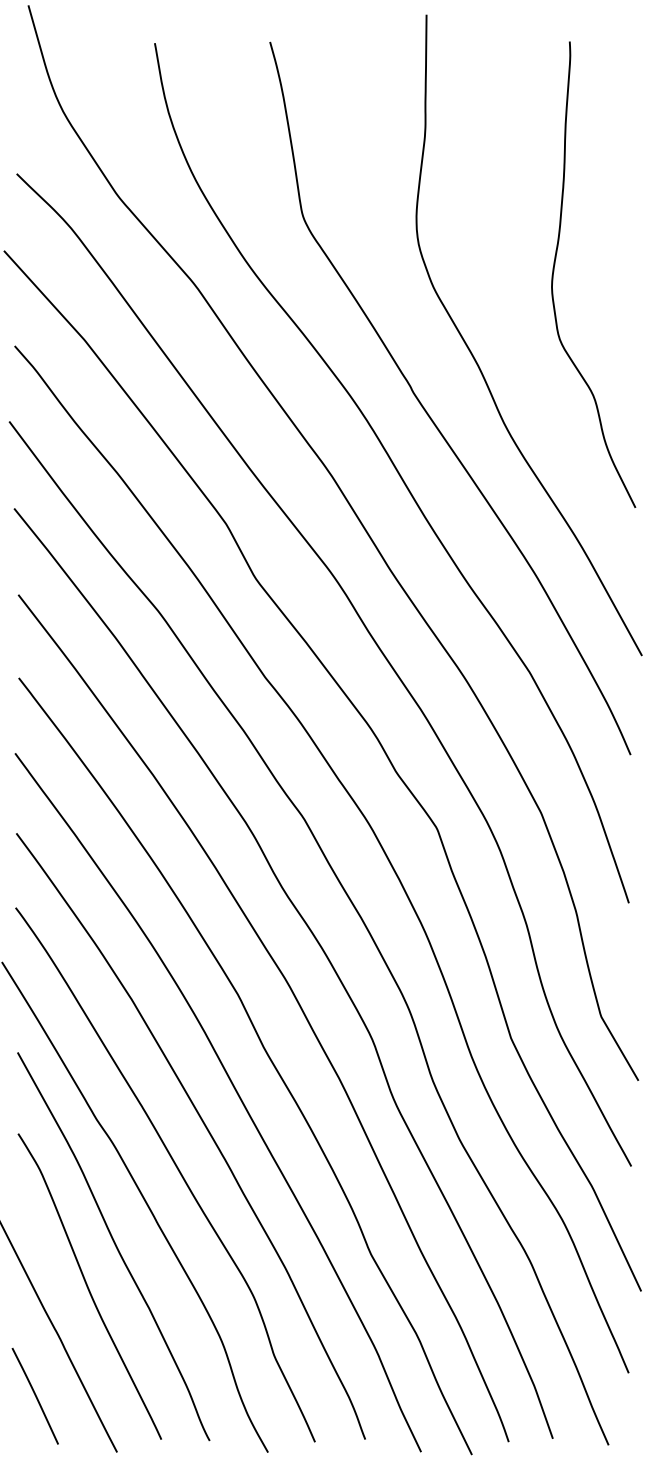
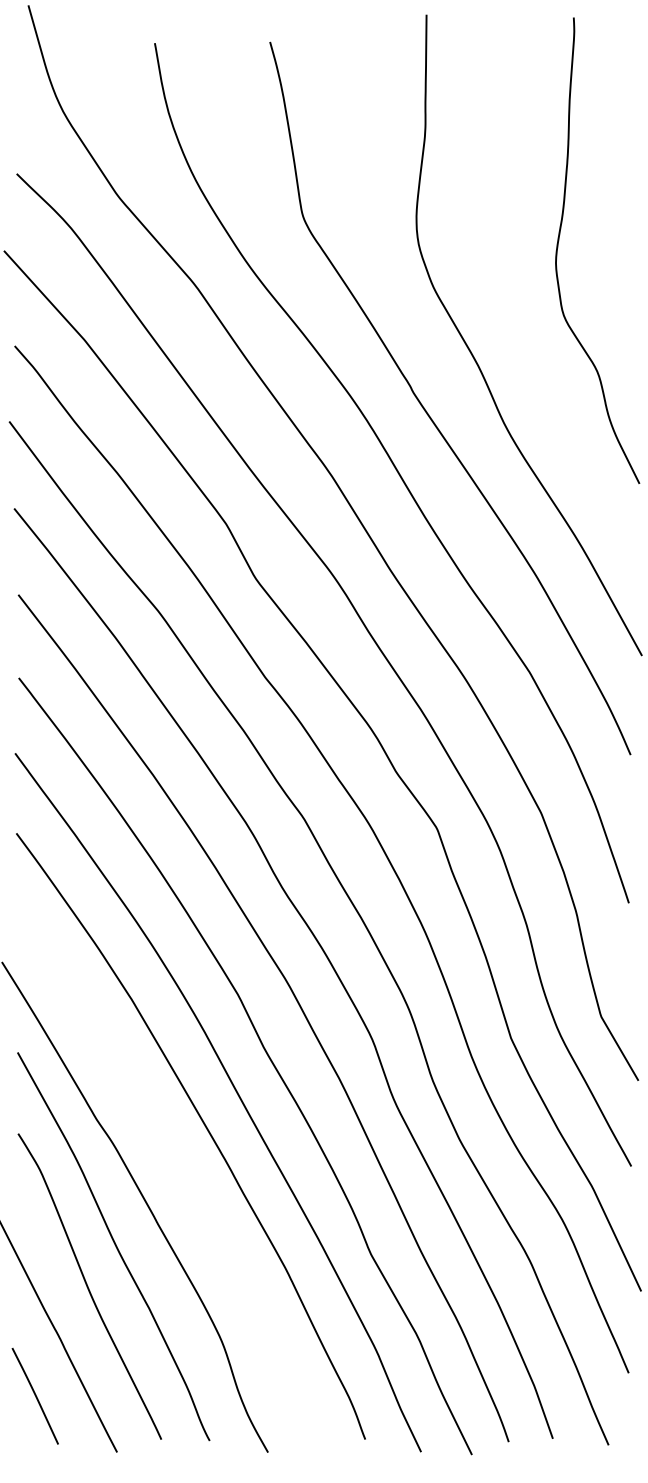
curve at (554, 271) position: (554, 271) -> (558, 247)
curve at (176, 1168): present -> none
